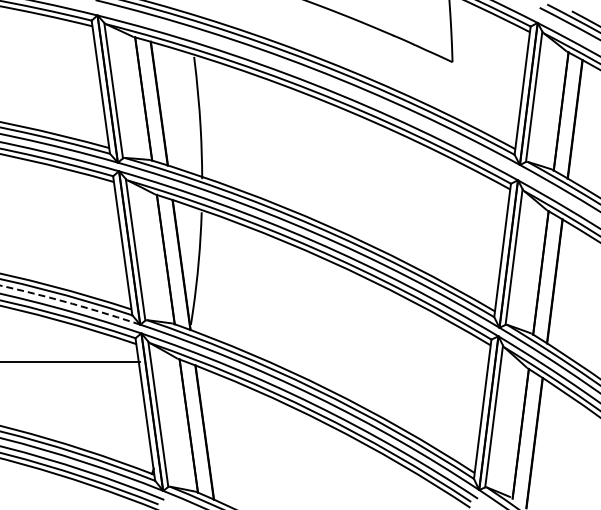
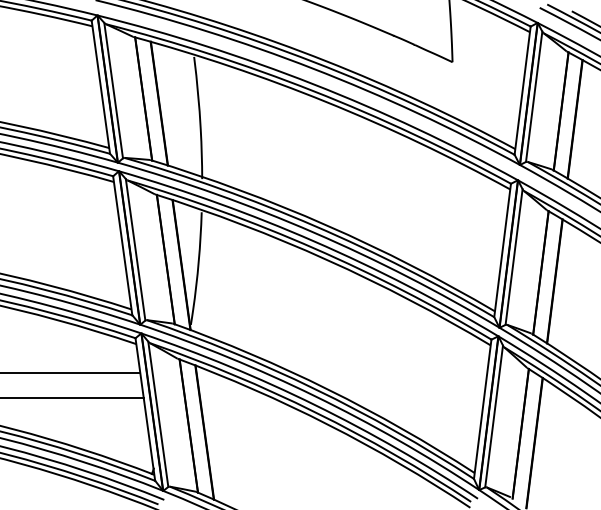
arc at (70, 303): dashed -> solid
line at (71, 361) position: (71, 361) -> (71, 372)
line at (72, 398): none -> present
